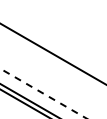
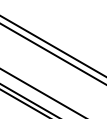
line at (52, 46): none -> present
line at (43, 93): dashed -> solid
